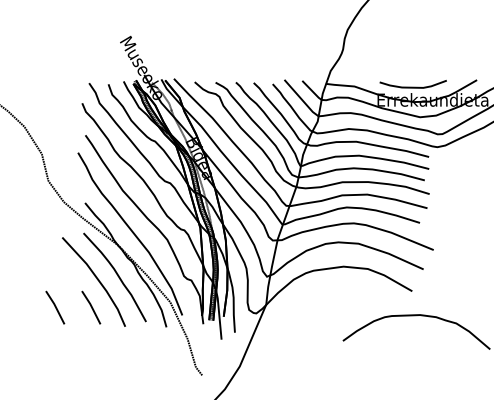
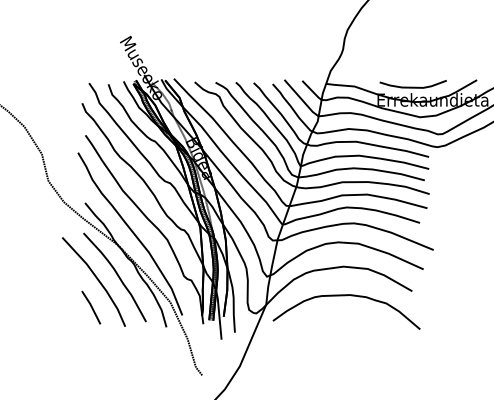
line at (55, 307): present -> none
curve at (416, 316) position: (416, 316) -> (346, 296)
